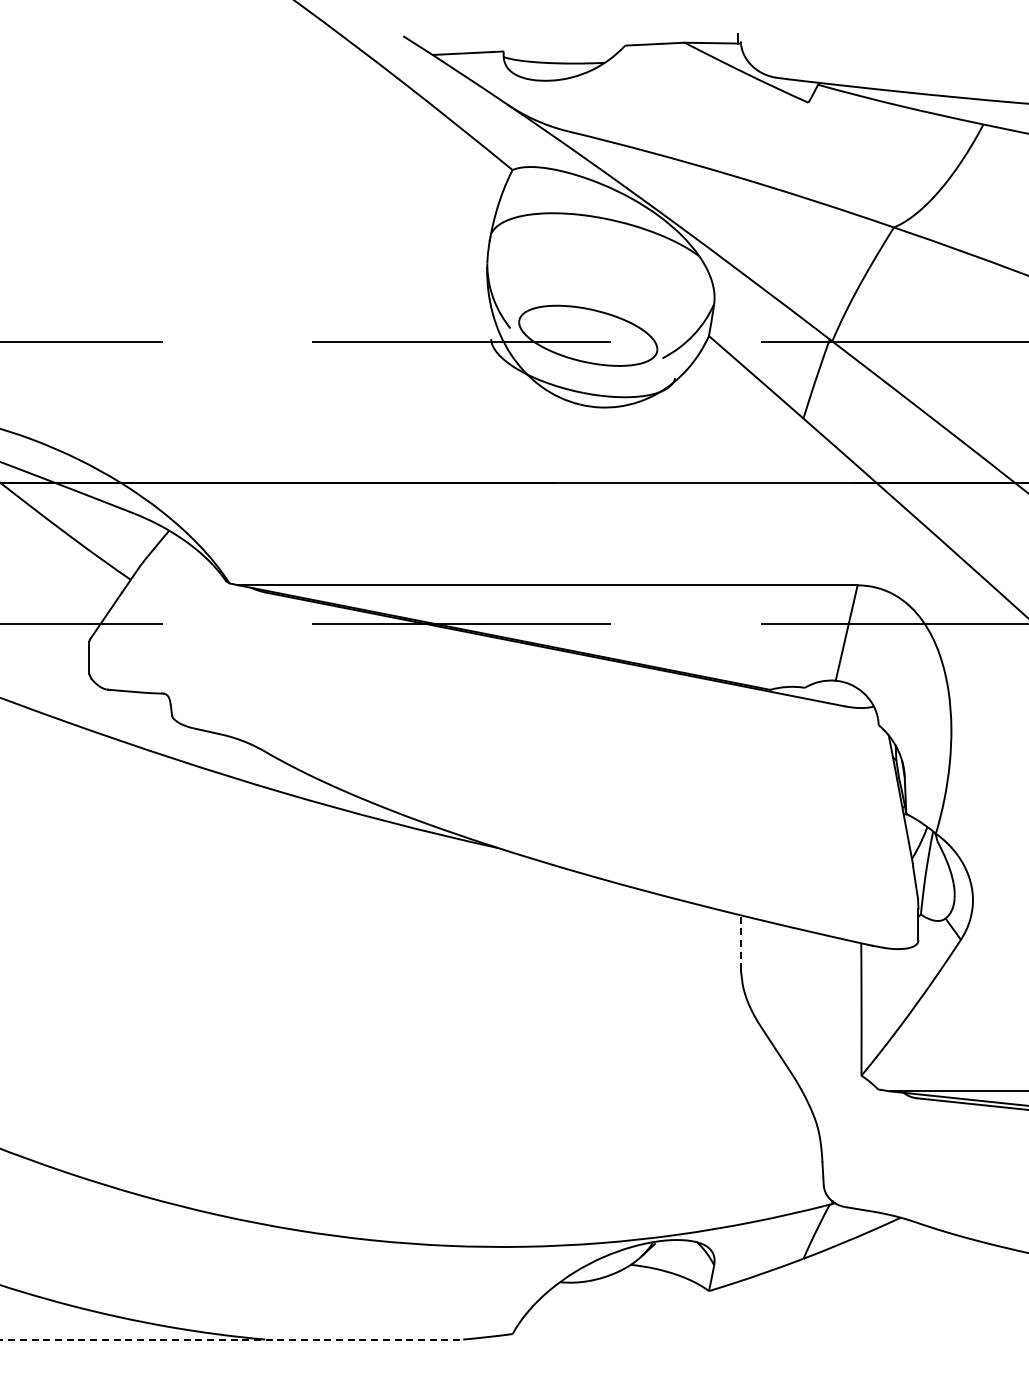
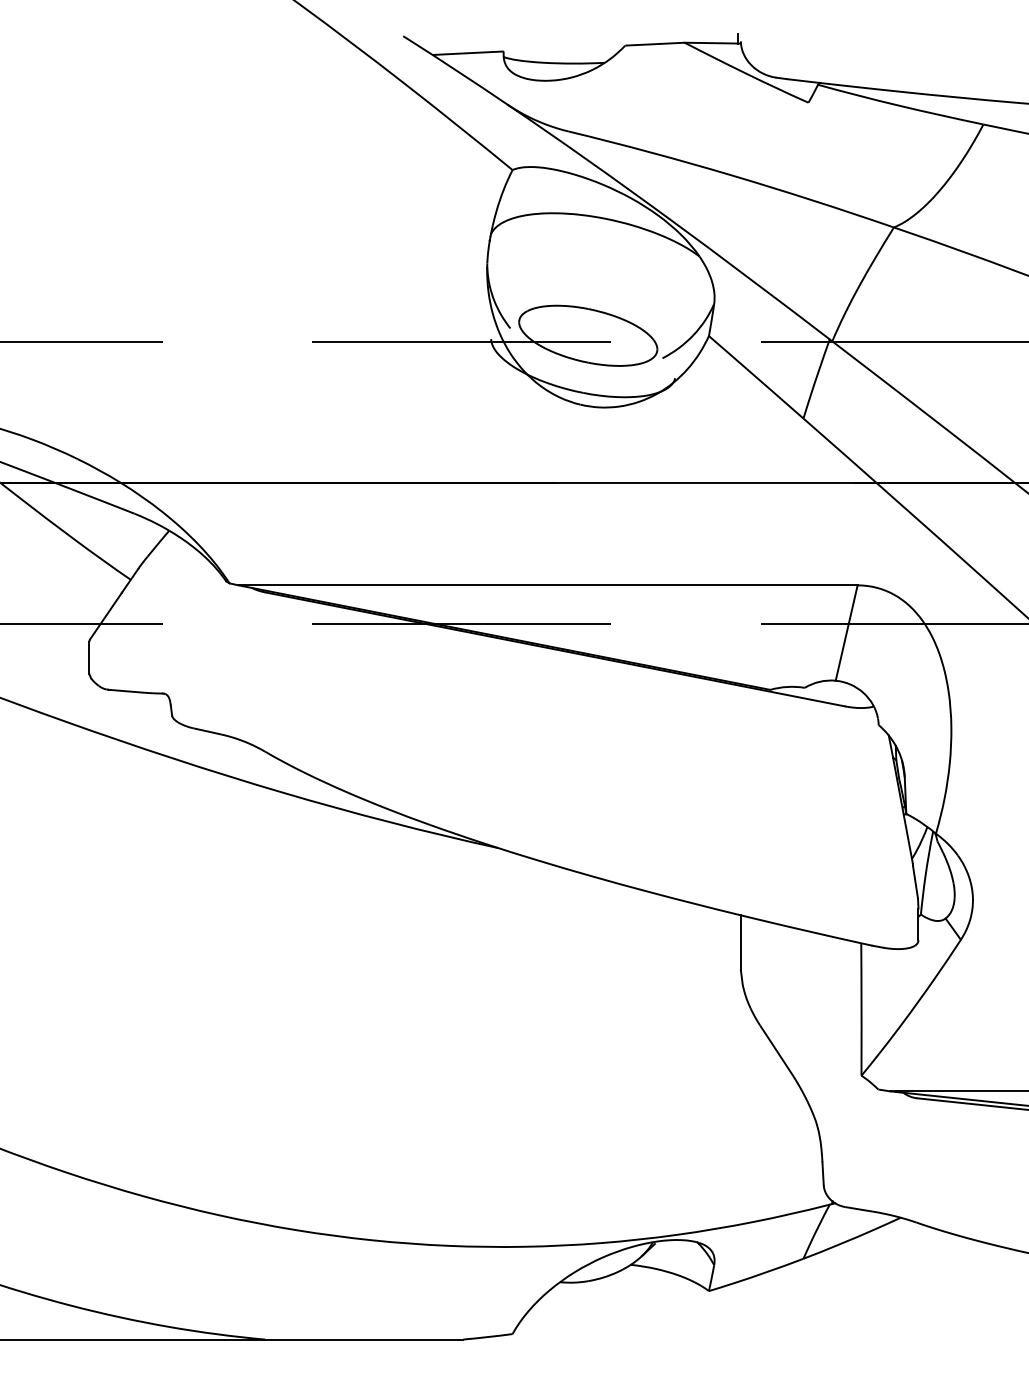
line at (740, 942): dashed -> solid
line at (232, 1339): dashed -> solid
